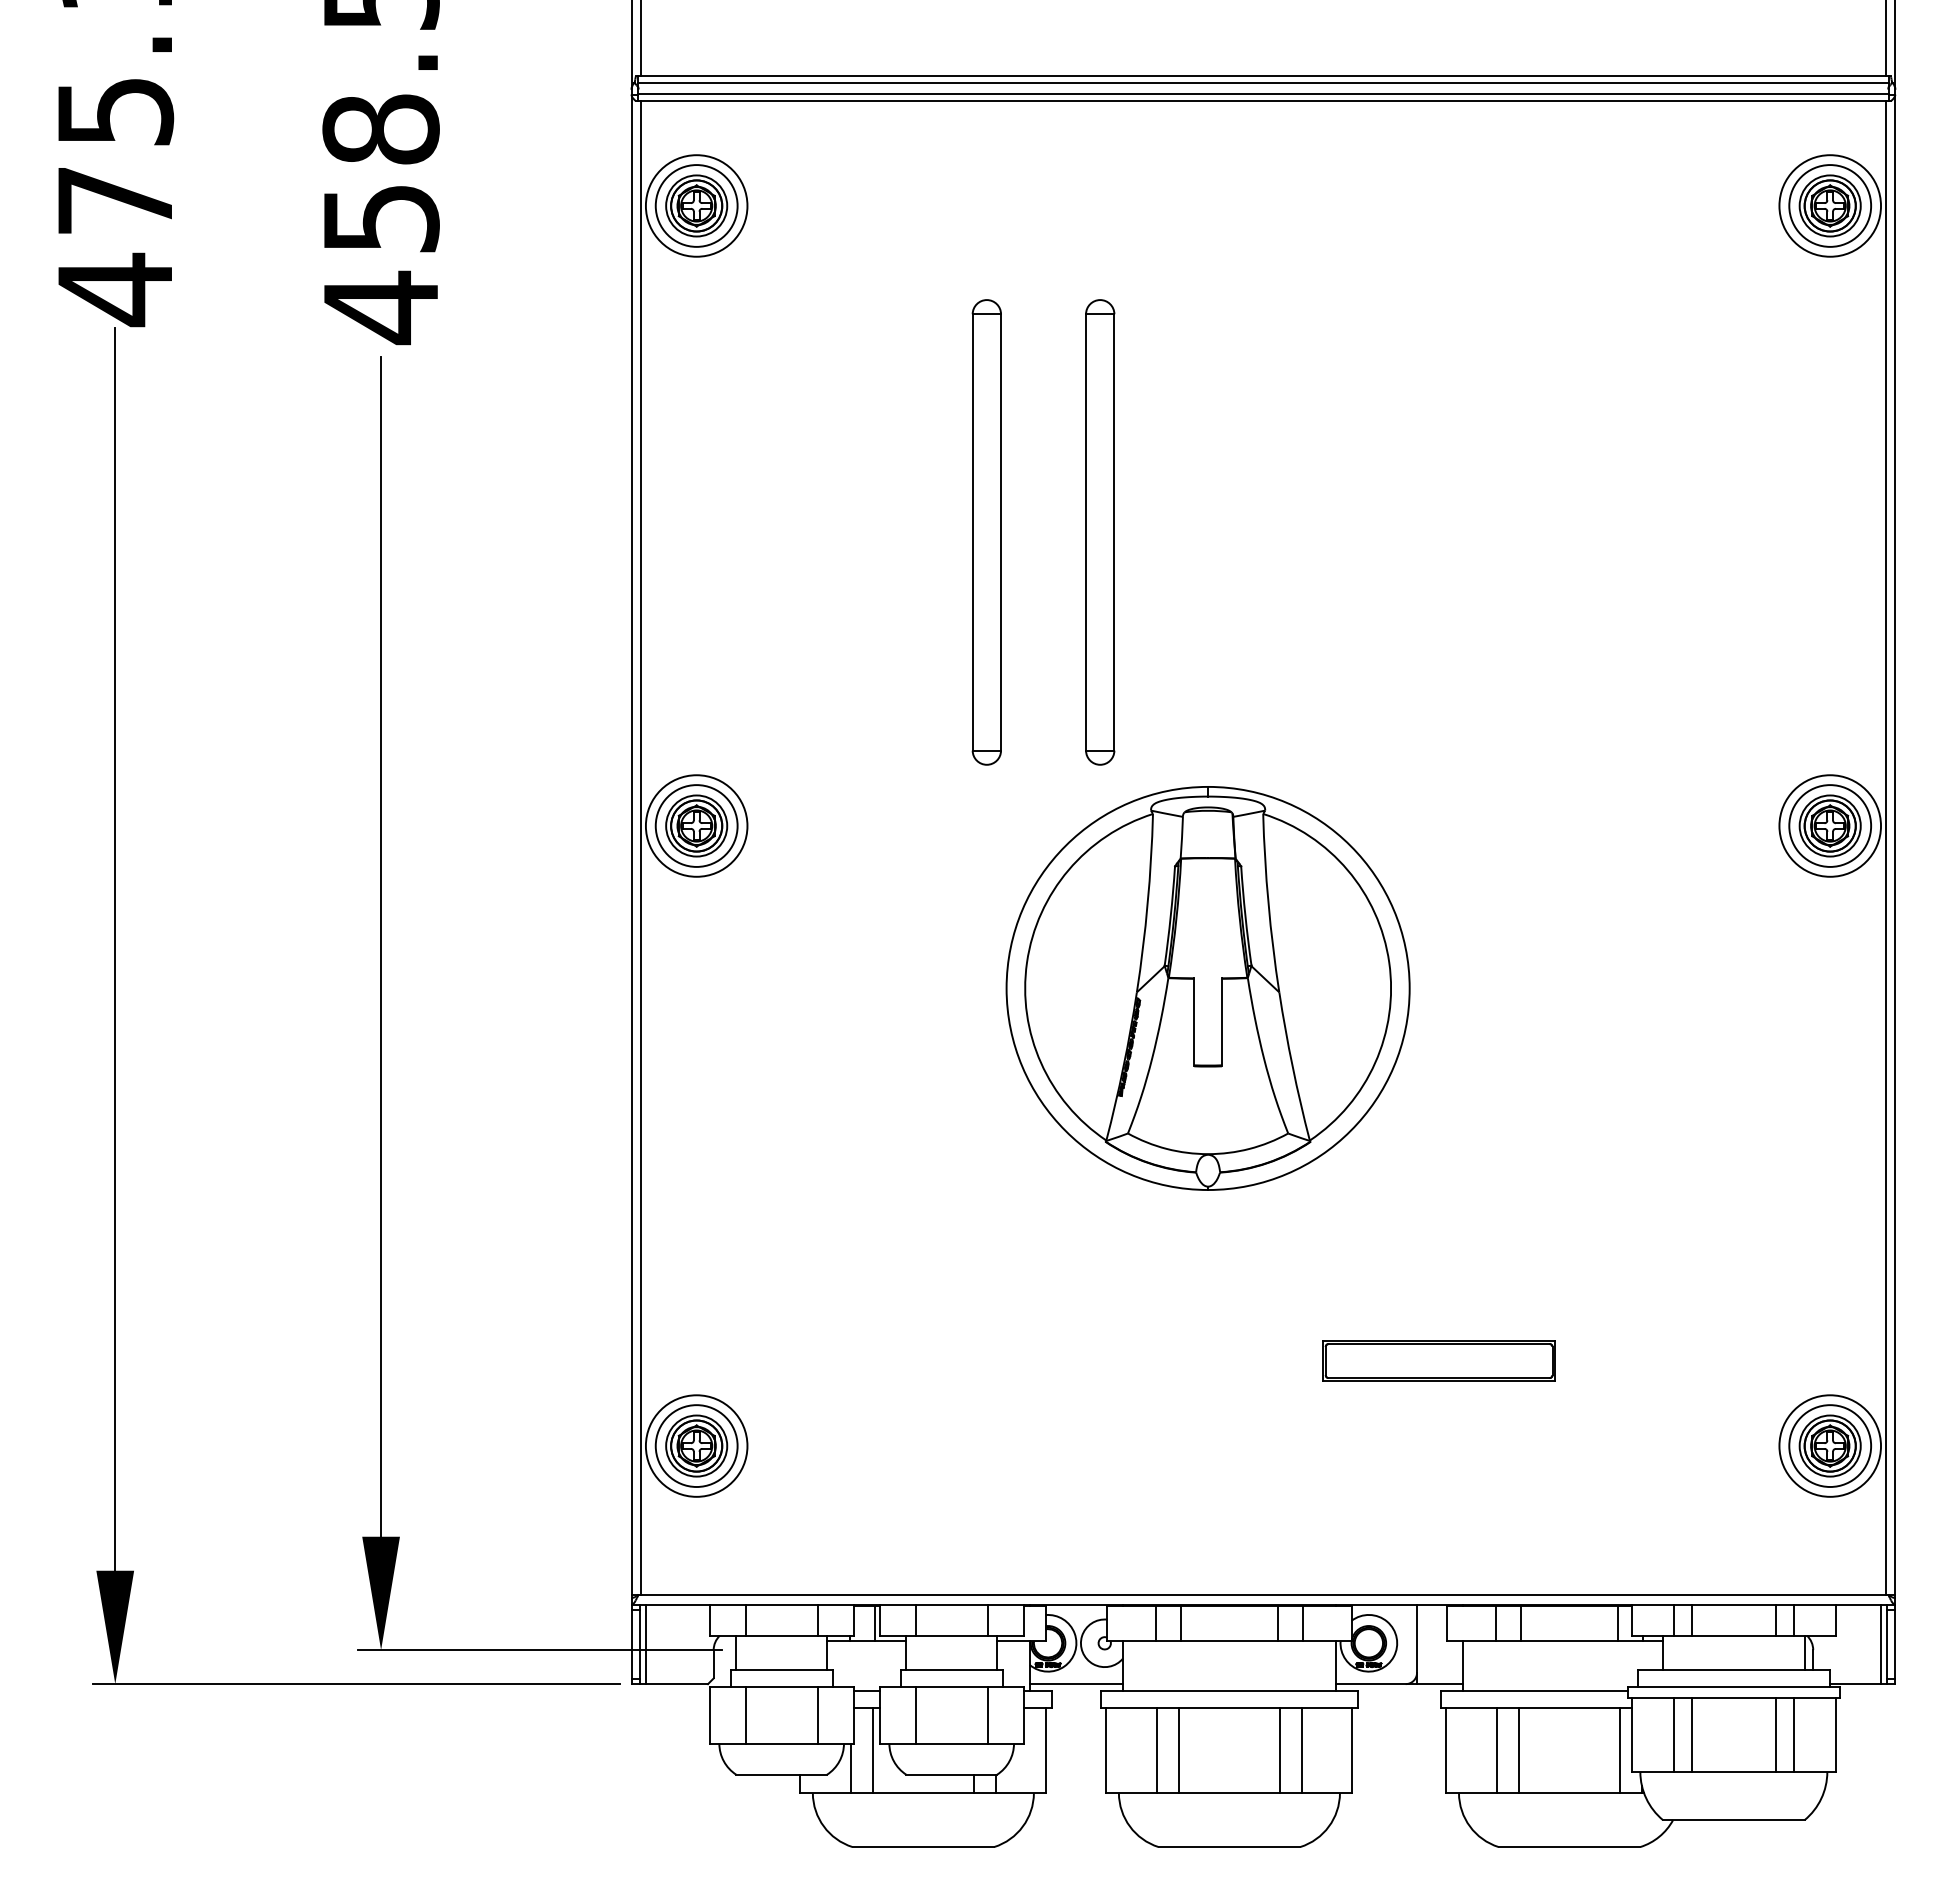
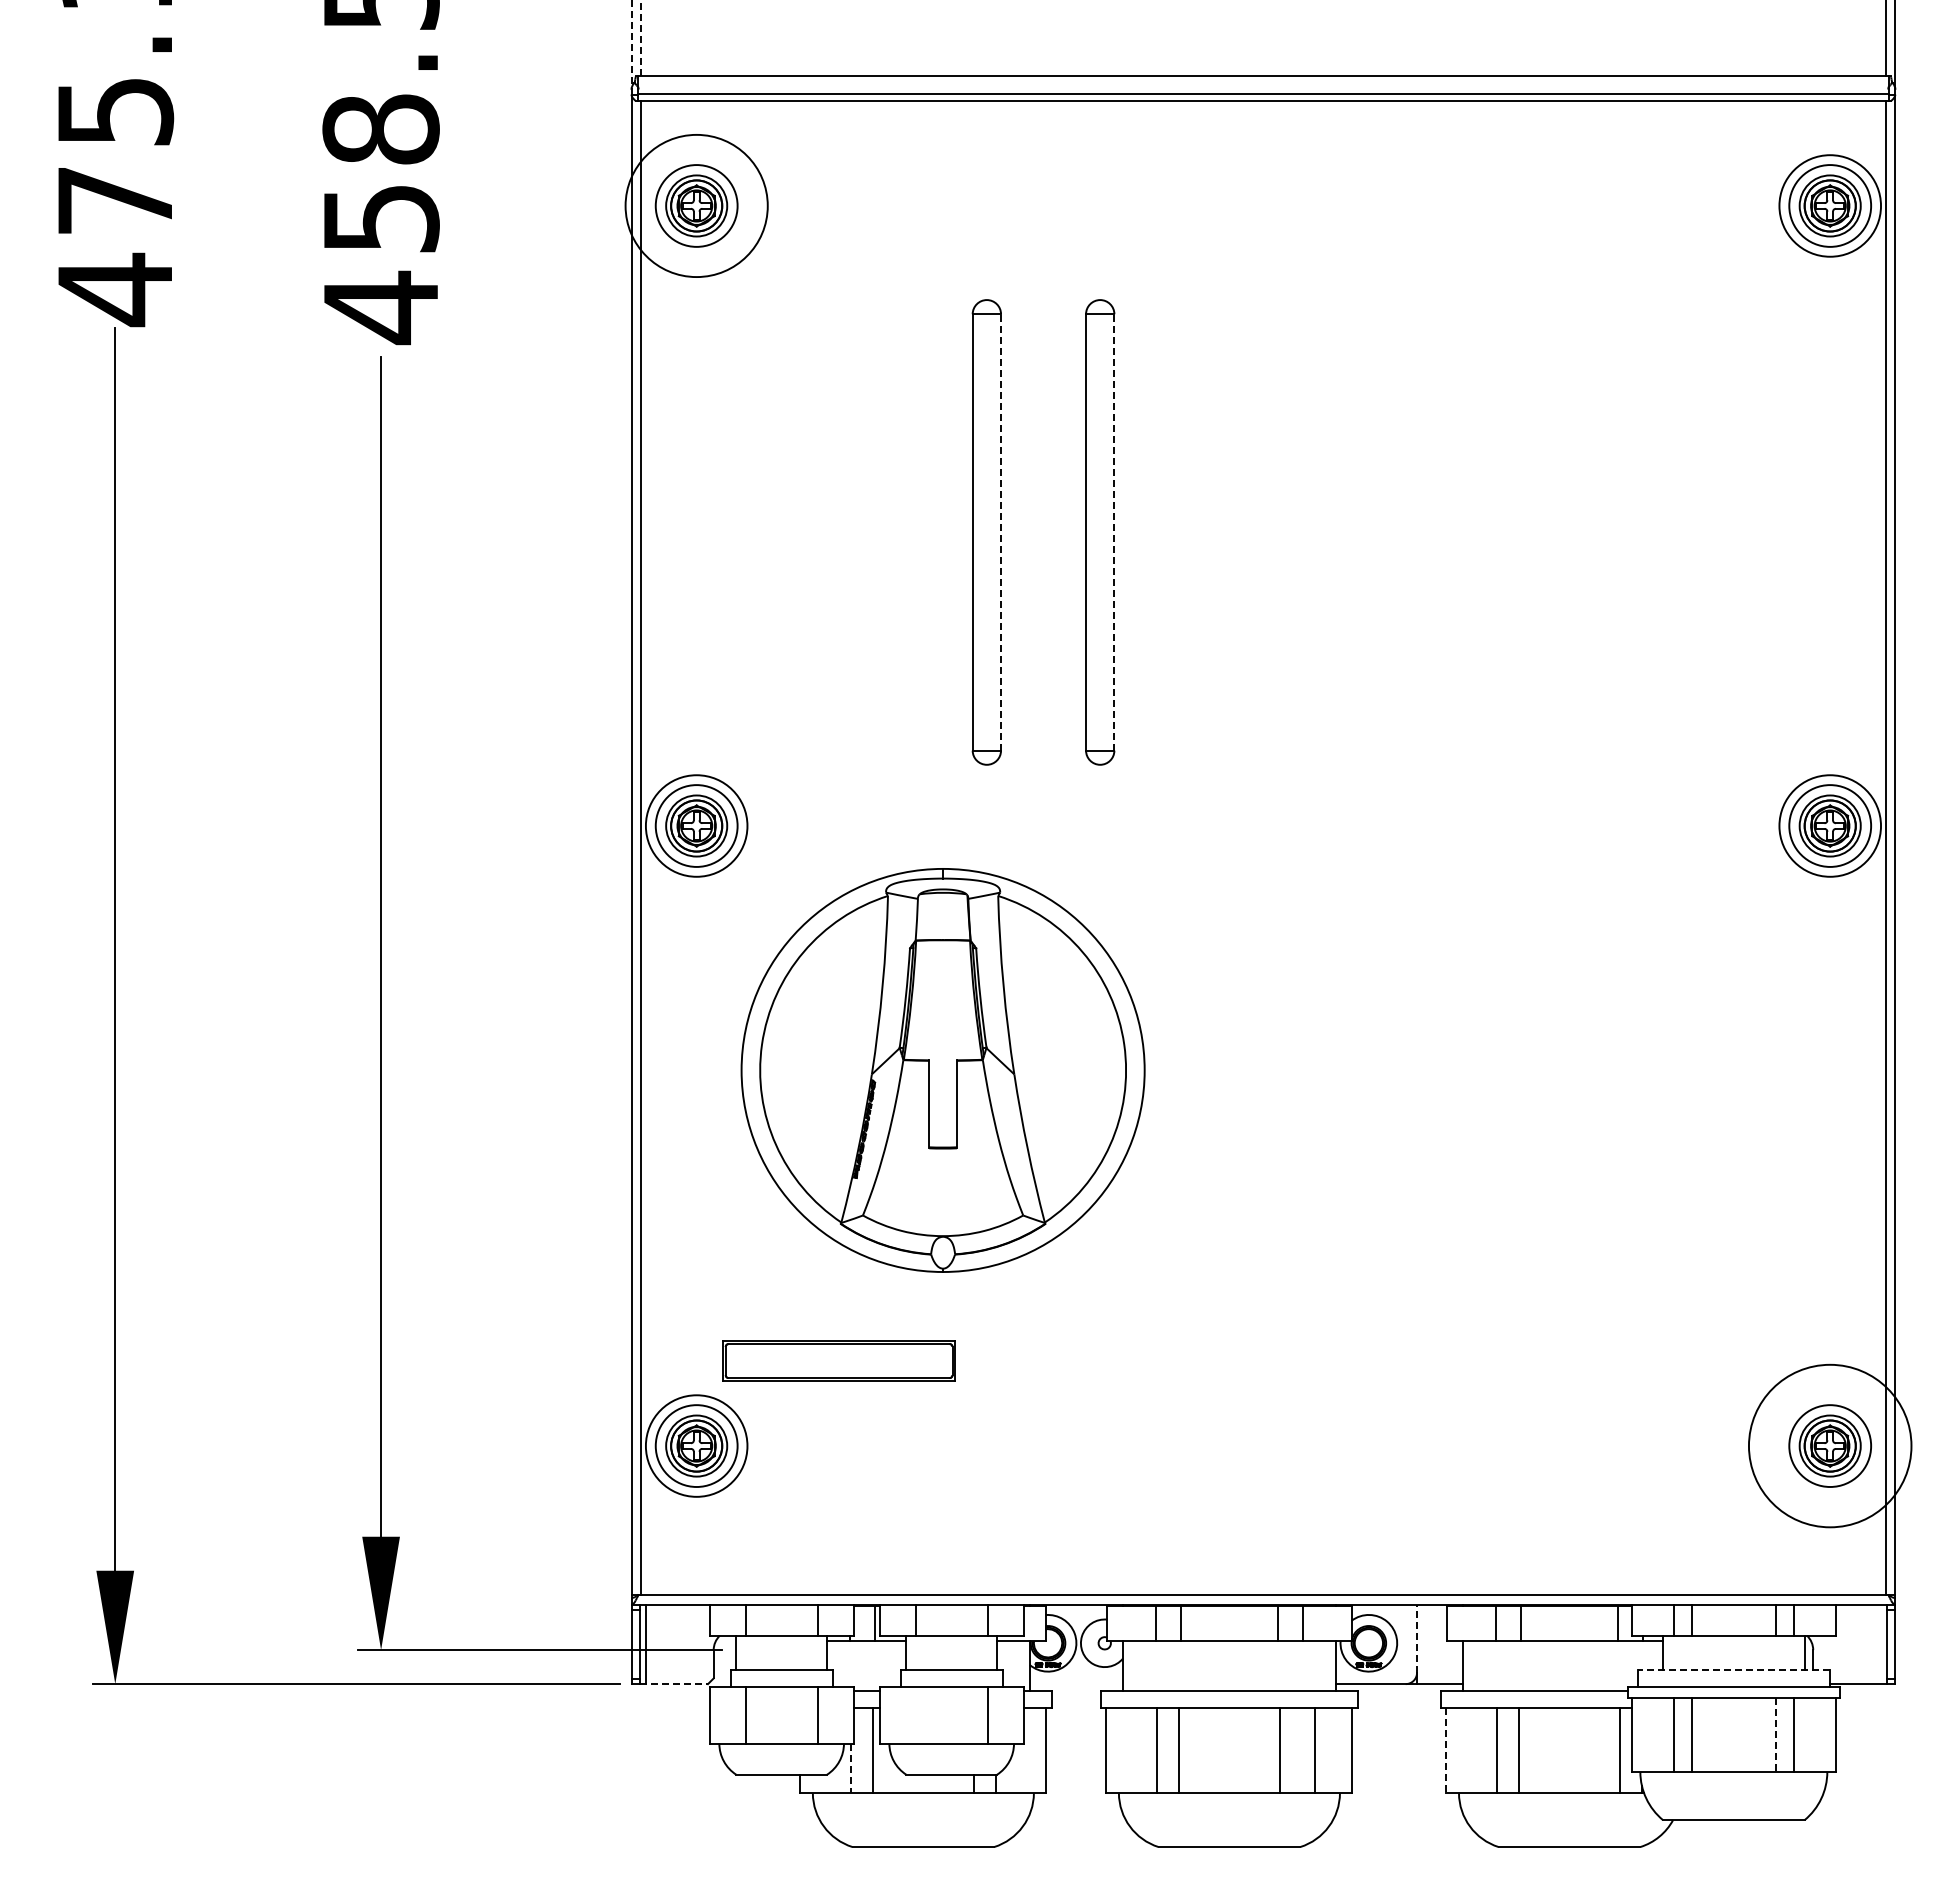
line at (641, 38): solid -> dashed
line at (631, 47): solid -> dashed
line at (1263, 82): present -> none
circle at (696, 205) diameter: 102 px -> 142 px
line at (1001, 531): solid -> dashed
line at (1114, 531): solid -> dashed
part at (1207, 988) position: (1207, 988) -> (942, 1070)
part at (1438, 1360) position: (1438, 1360) -> (838, 1360)
circle at (1830, 1445) diameter: 102 px -> 163 px
line at (1417, 1638): solid -> dashed
line at (1881, 1644): present -> none
line at (1733, 1669): solid -> dashed
line at (674, 1684): solid -> dashed
line at (1075, 1684): present -> none
line at (915, 1714): present -> none
line at (1775, 1735): solid -> dashed
line at (1301, 1750) position: (1301, 1750) -> (1314, 1750)
line at (1446, 1750): solid -> dashed
line at (850, 1768): solid -> dashed
